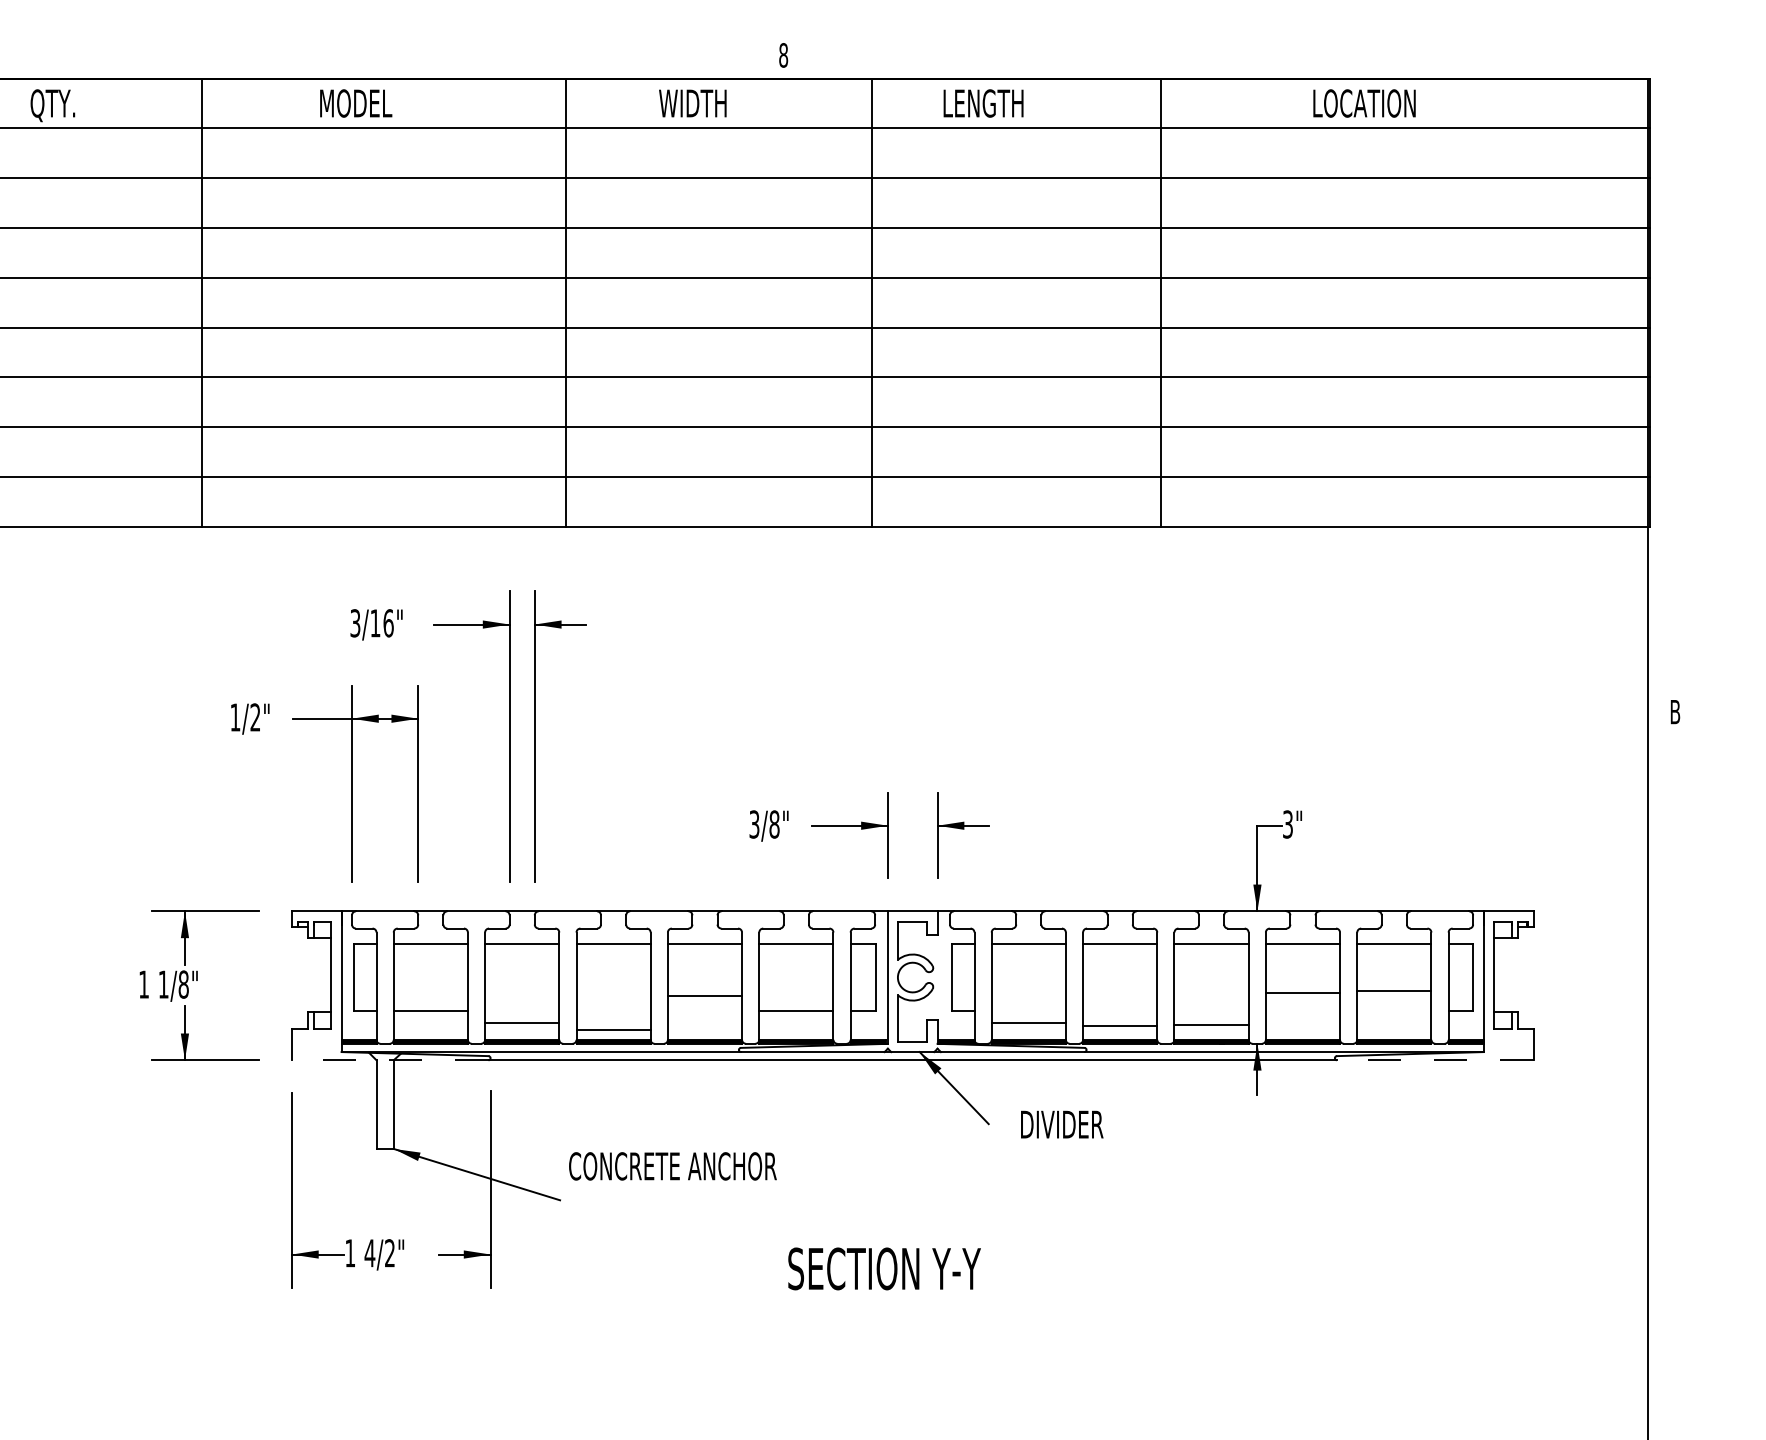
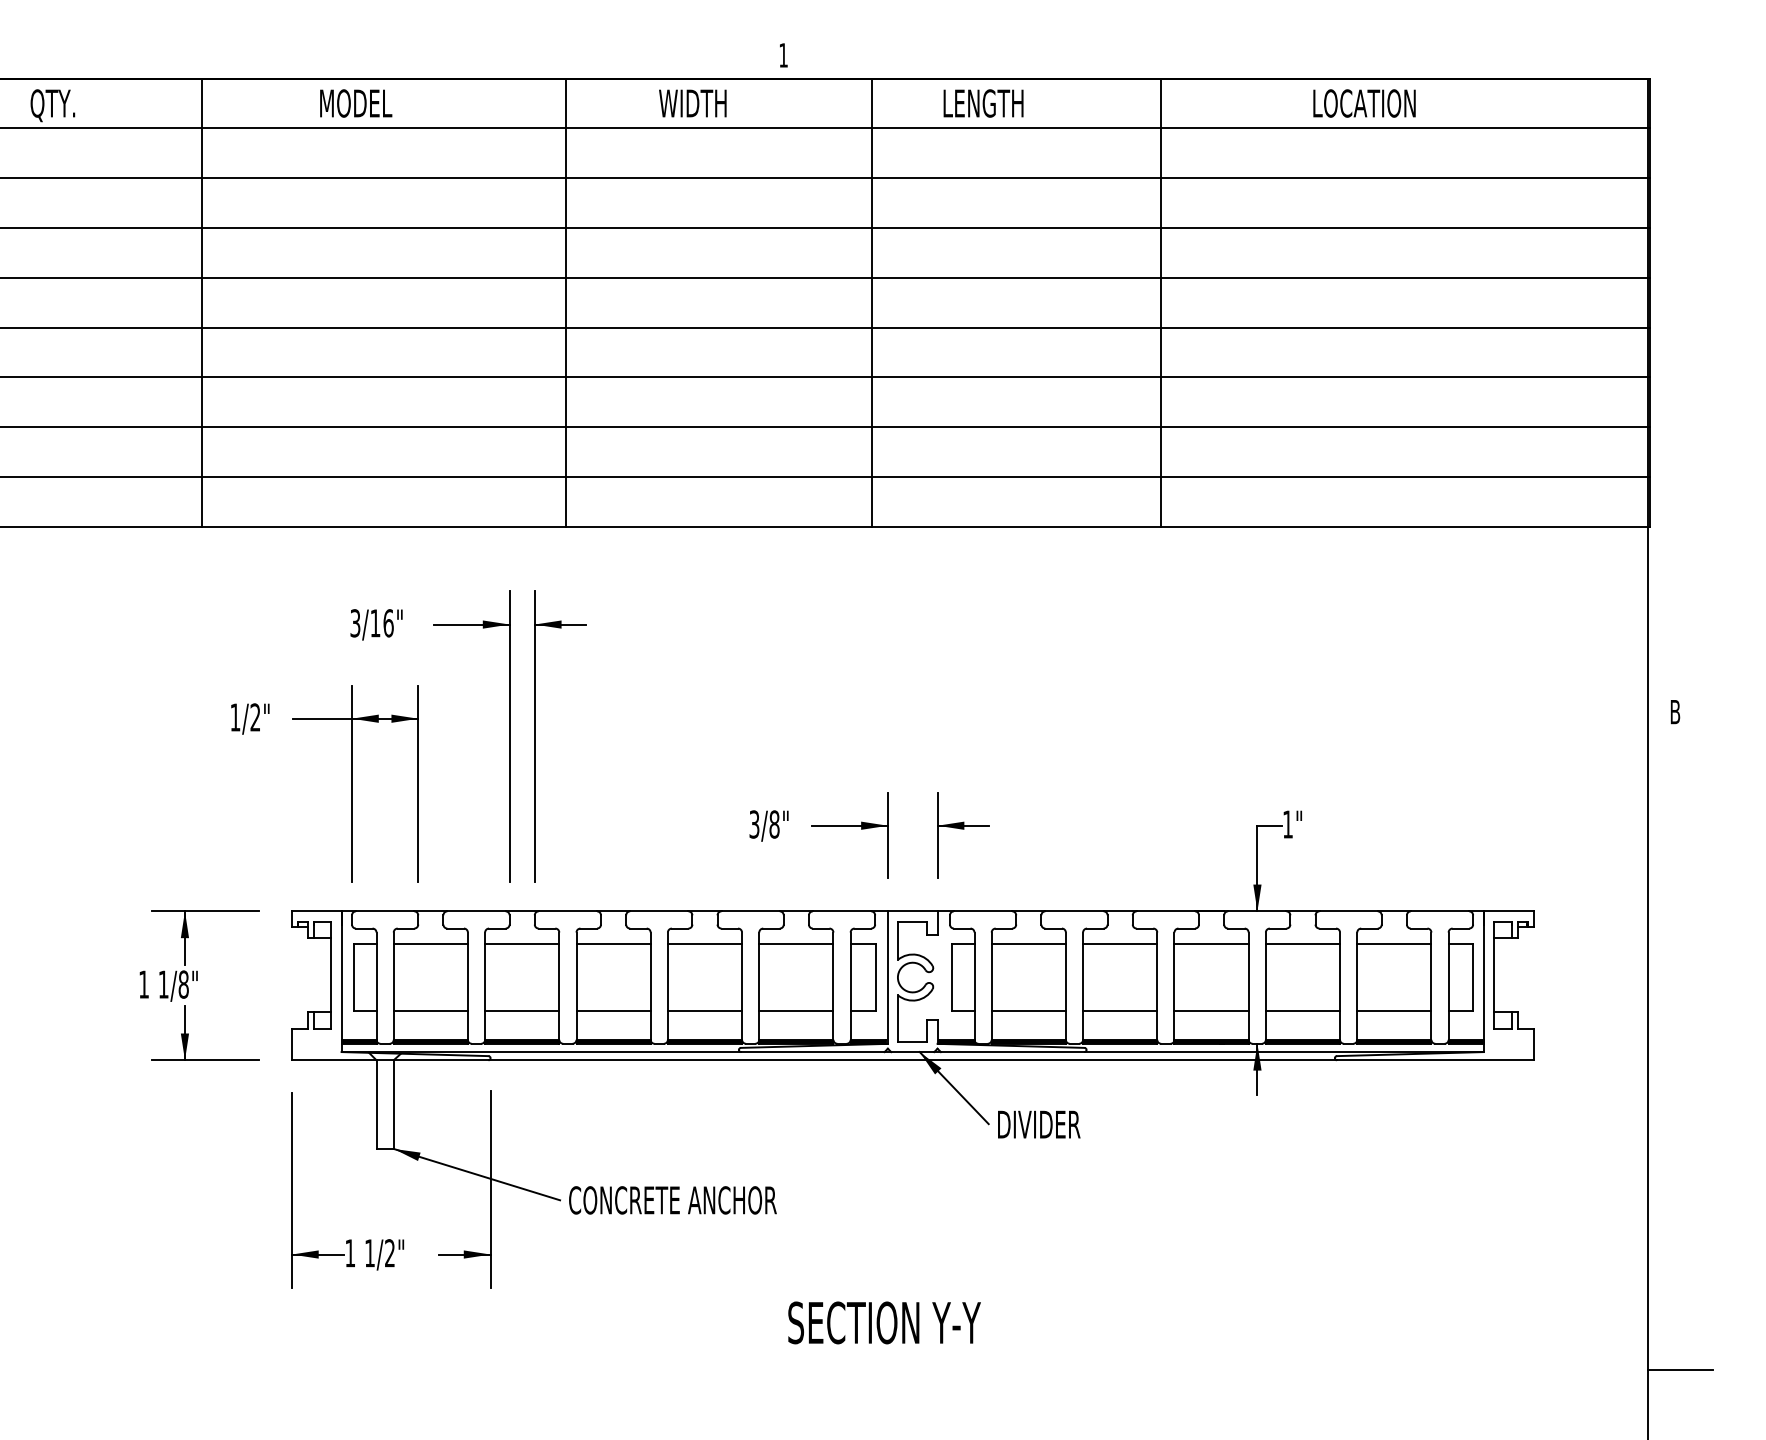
text at (783, 55): 8 -> 1
text at (1287, 824): 3" -> 1"
line at (1394, 990) position: (1394, 990) -> (1394, 1010)
line at (1302, 992) position: (1302, 992) -> (1302, 1010)
line at (704, 995) position: (704, 995) -> (704, 1010)
line at (522, 1022) position: (522, 1022) -> (522, 1010)
line at (1028, 1022) position: (1028, 1022) -> (1028, 1010)
line at (1211, 1024) position: (1211, 1024) -> (1211, 1010)
line at (1120, 1025) position: (1120, 1025) -> (1120, 1010)
line at (613, 1029) position: (613, 1029) -> (613, 1010)
line at (389, 1060): dashed -> solid
line at (1434, 1060): dashed -> solid
text at (1062, 1124) position: (1062, 1124) -> (1039, 1124)
text at (672, 1166) position: (672, 1166) -> (672, 1200)
text at (369, 1253): 4/2" -> 1/2"
text at (884, 1268) position: (884, 1268) -> (884, 1322)
line at (1680, 1369): none -> present
